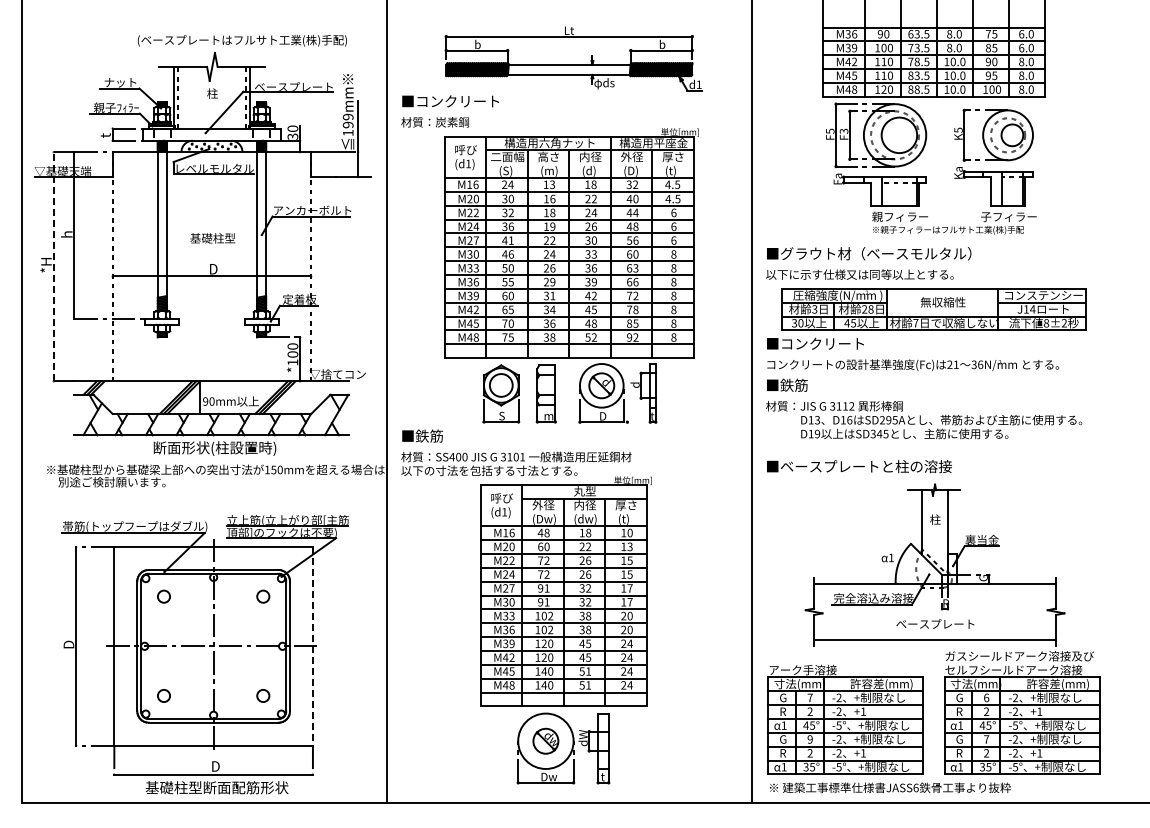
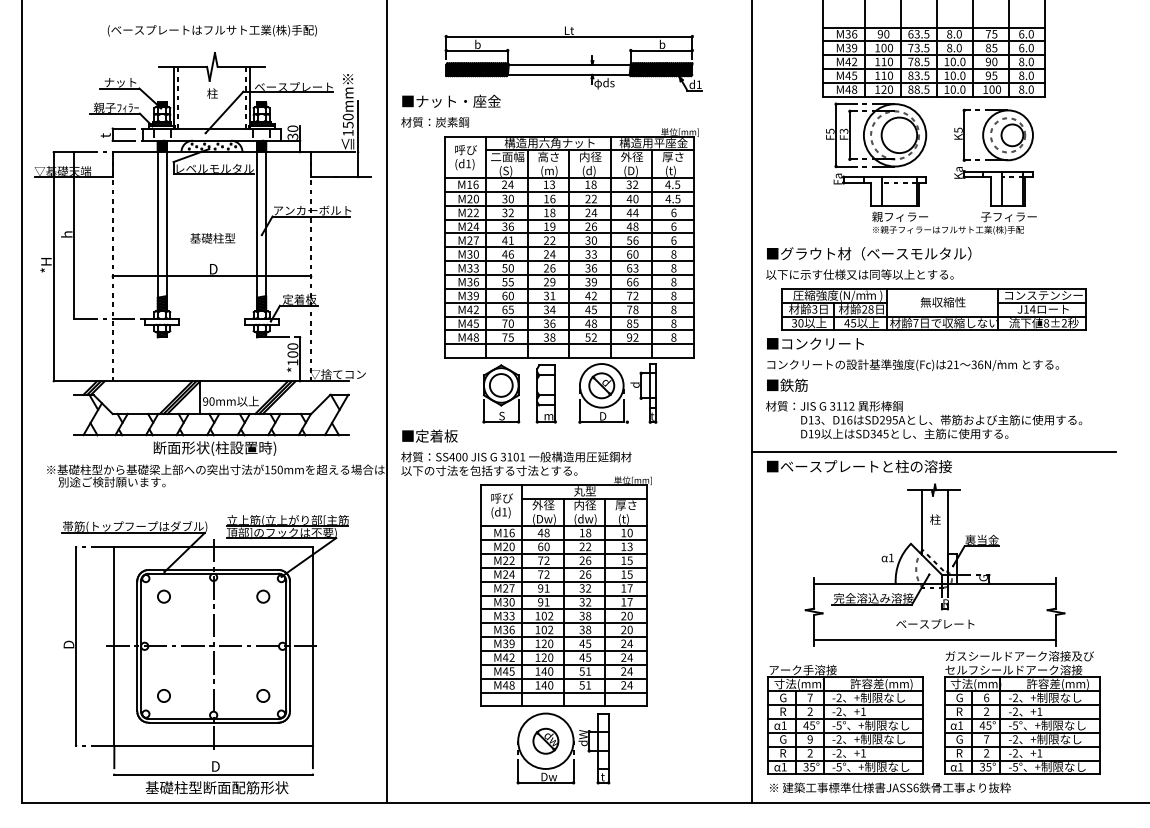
text at (241, 40) position: (241, 40) -> (211, 30)
text at (458, 100): ■コンクリート -> ■ナット・座金
text at (347, 120): 199mm -> 150mm
line at (53, 266): dashed -> solid
text at (436, 435): ■鉄筋 -> ■定着板
line at (933, 451): none -> present
line at (312, 646): dashed -> solid
